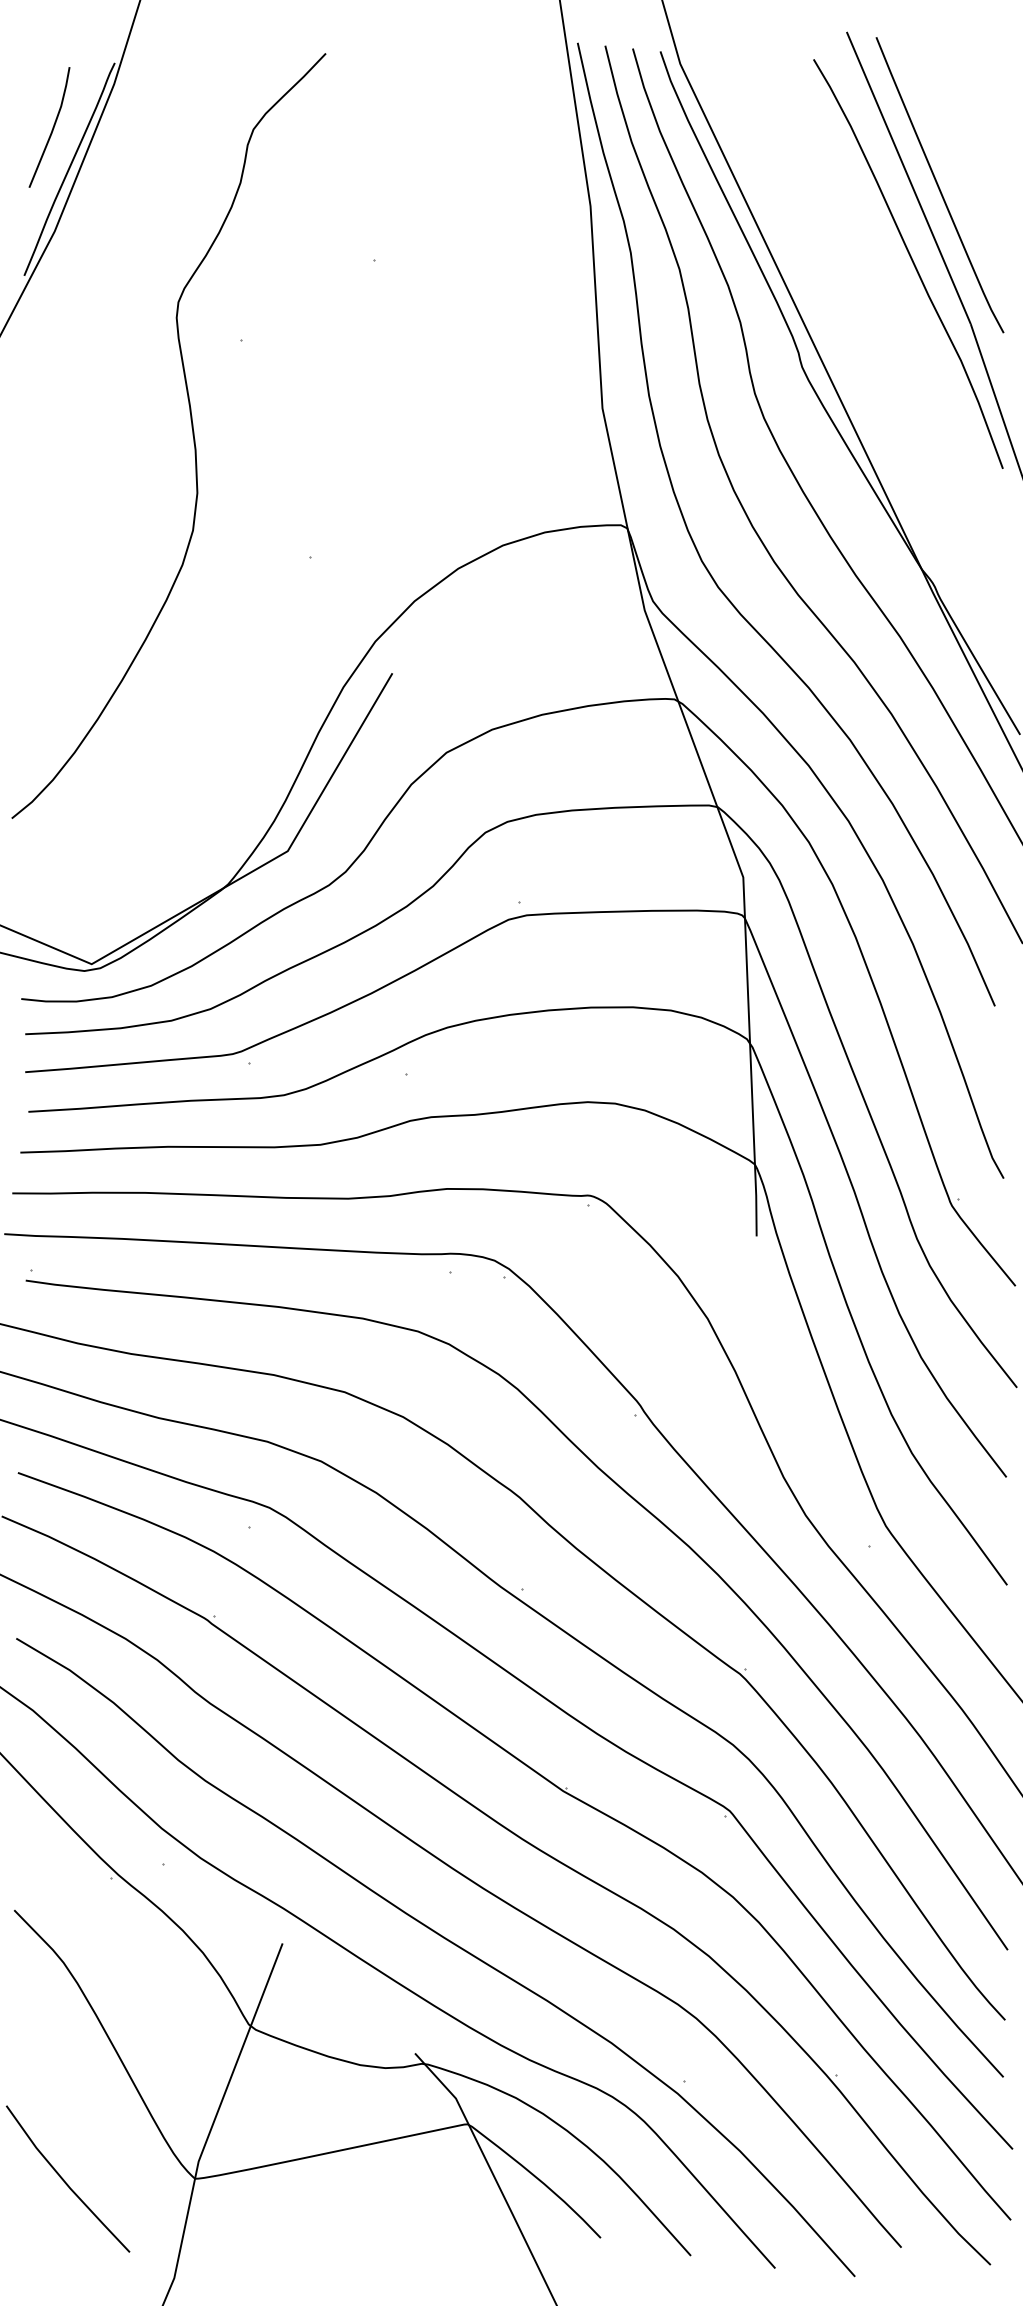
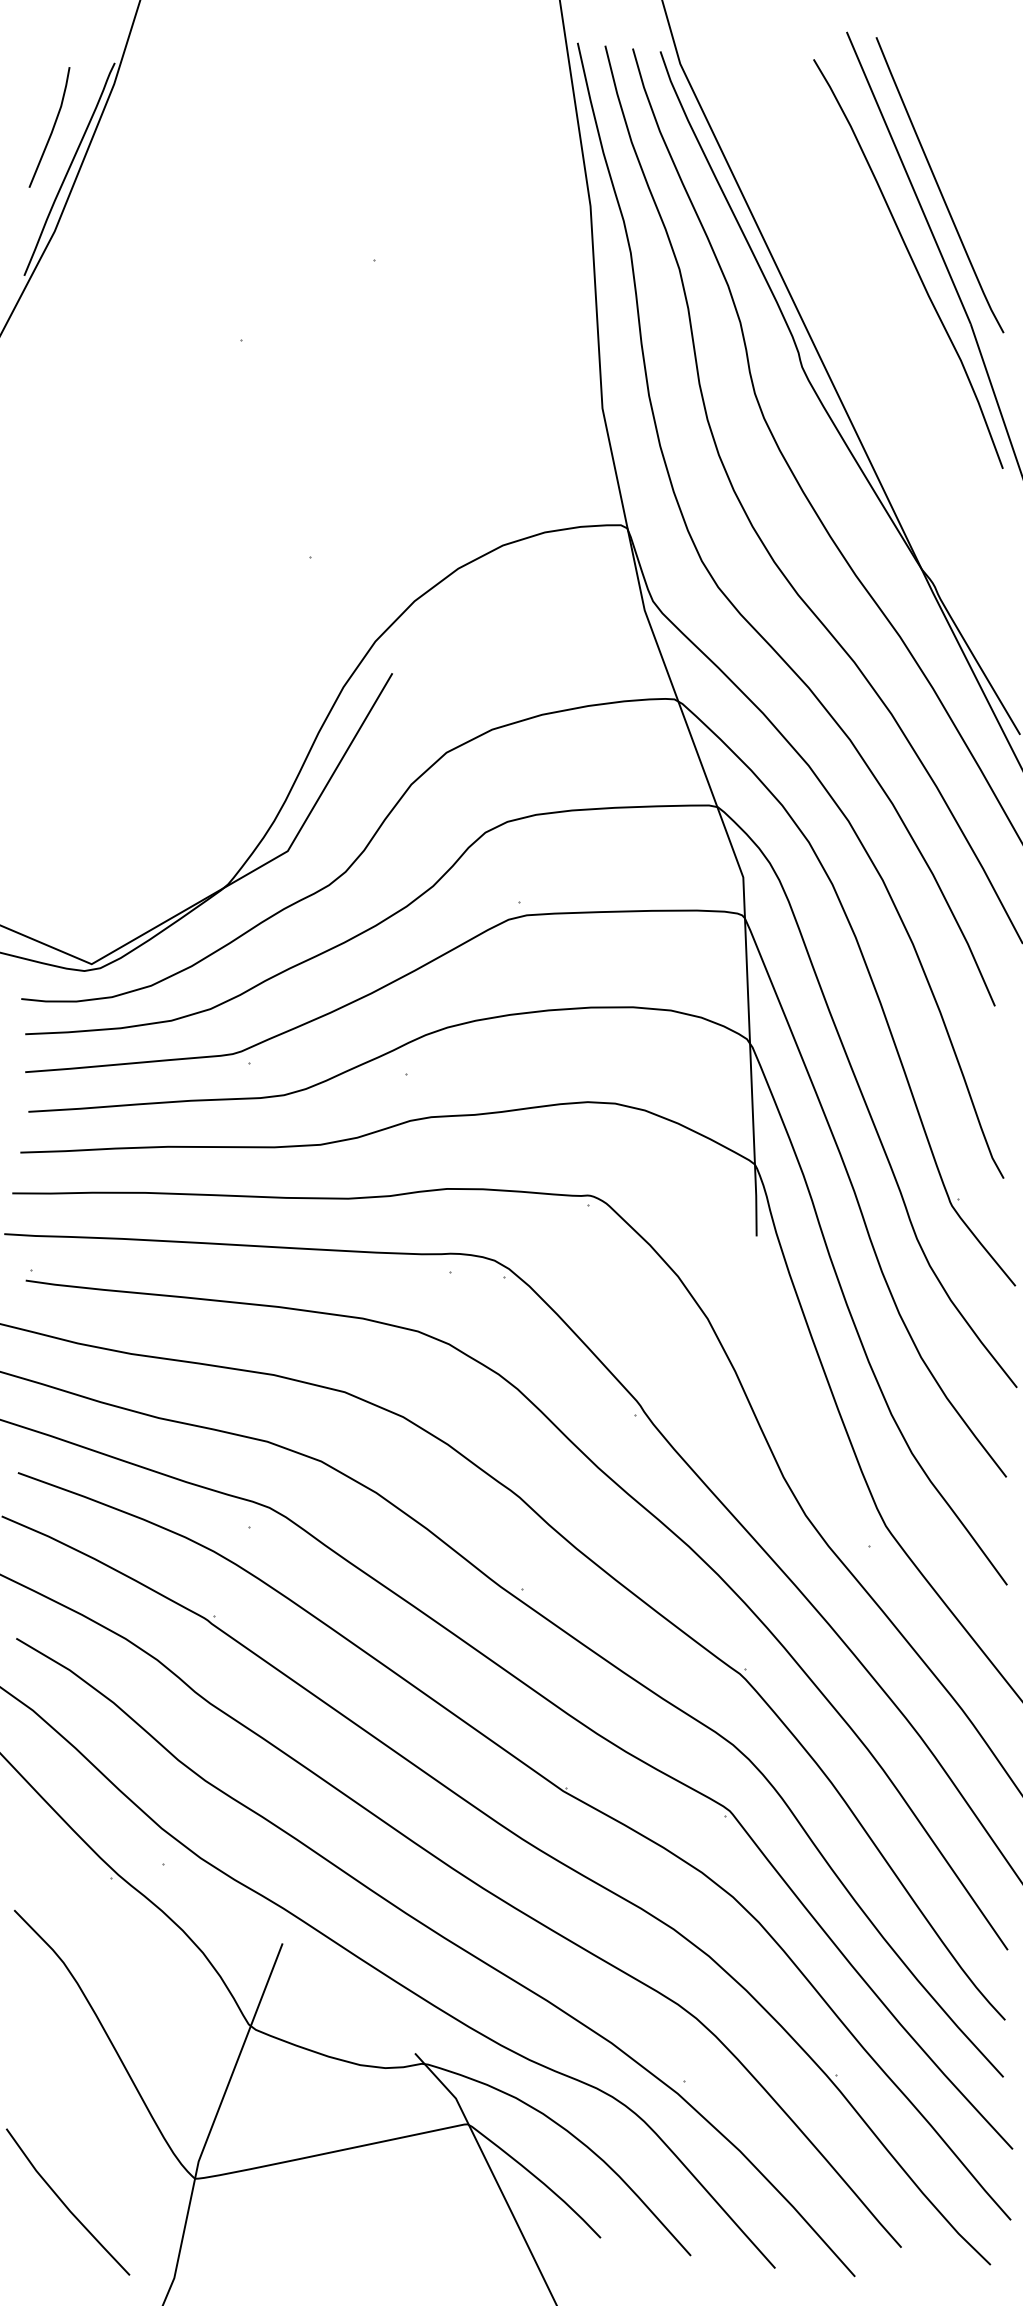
curve at (192, 435): present -> none
line at (64, 2179) position: (64, 2179) -> (64, 2202)
